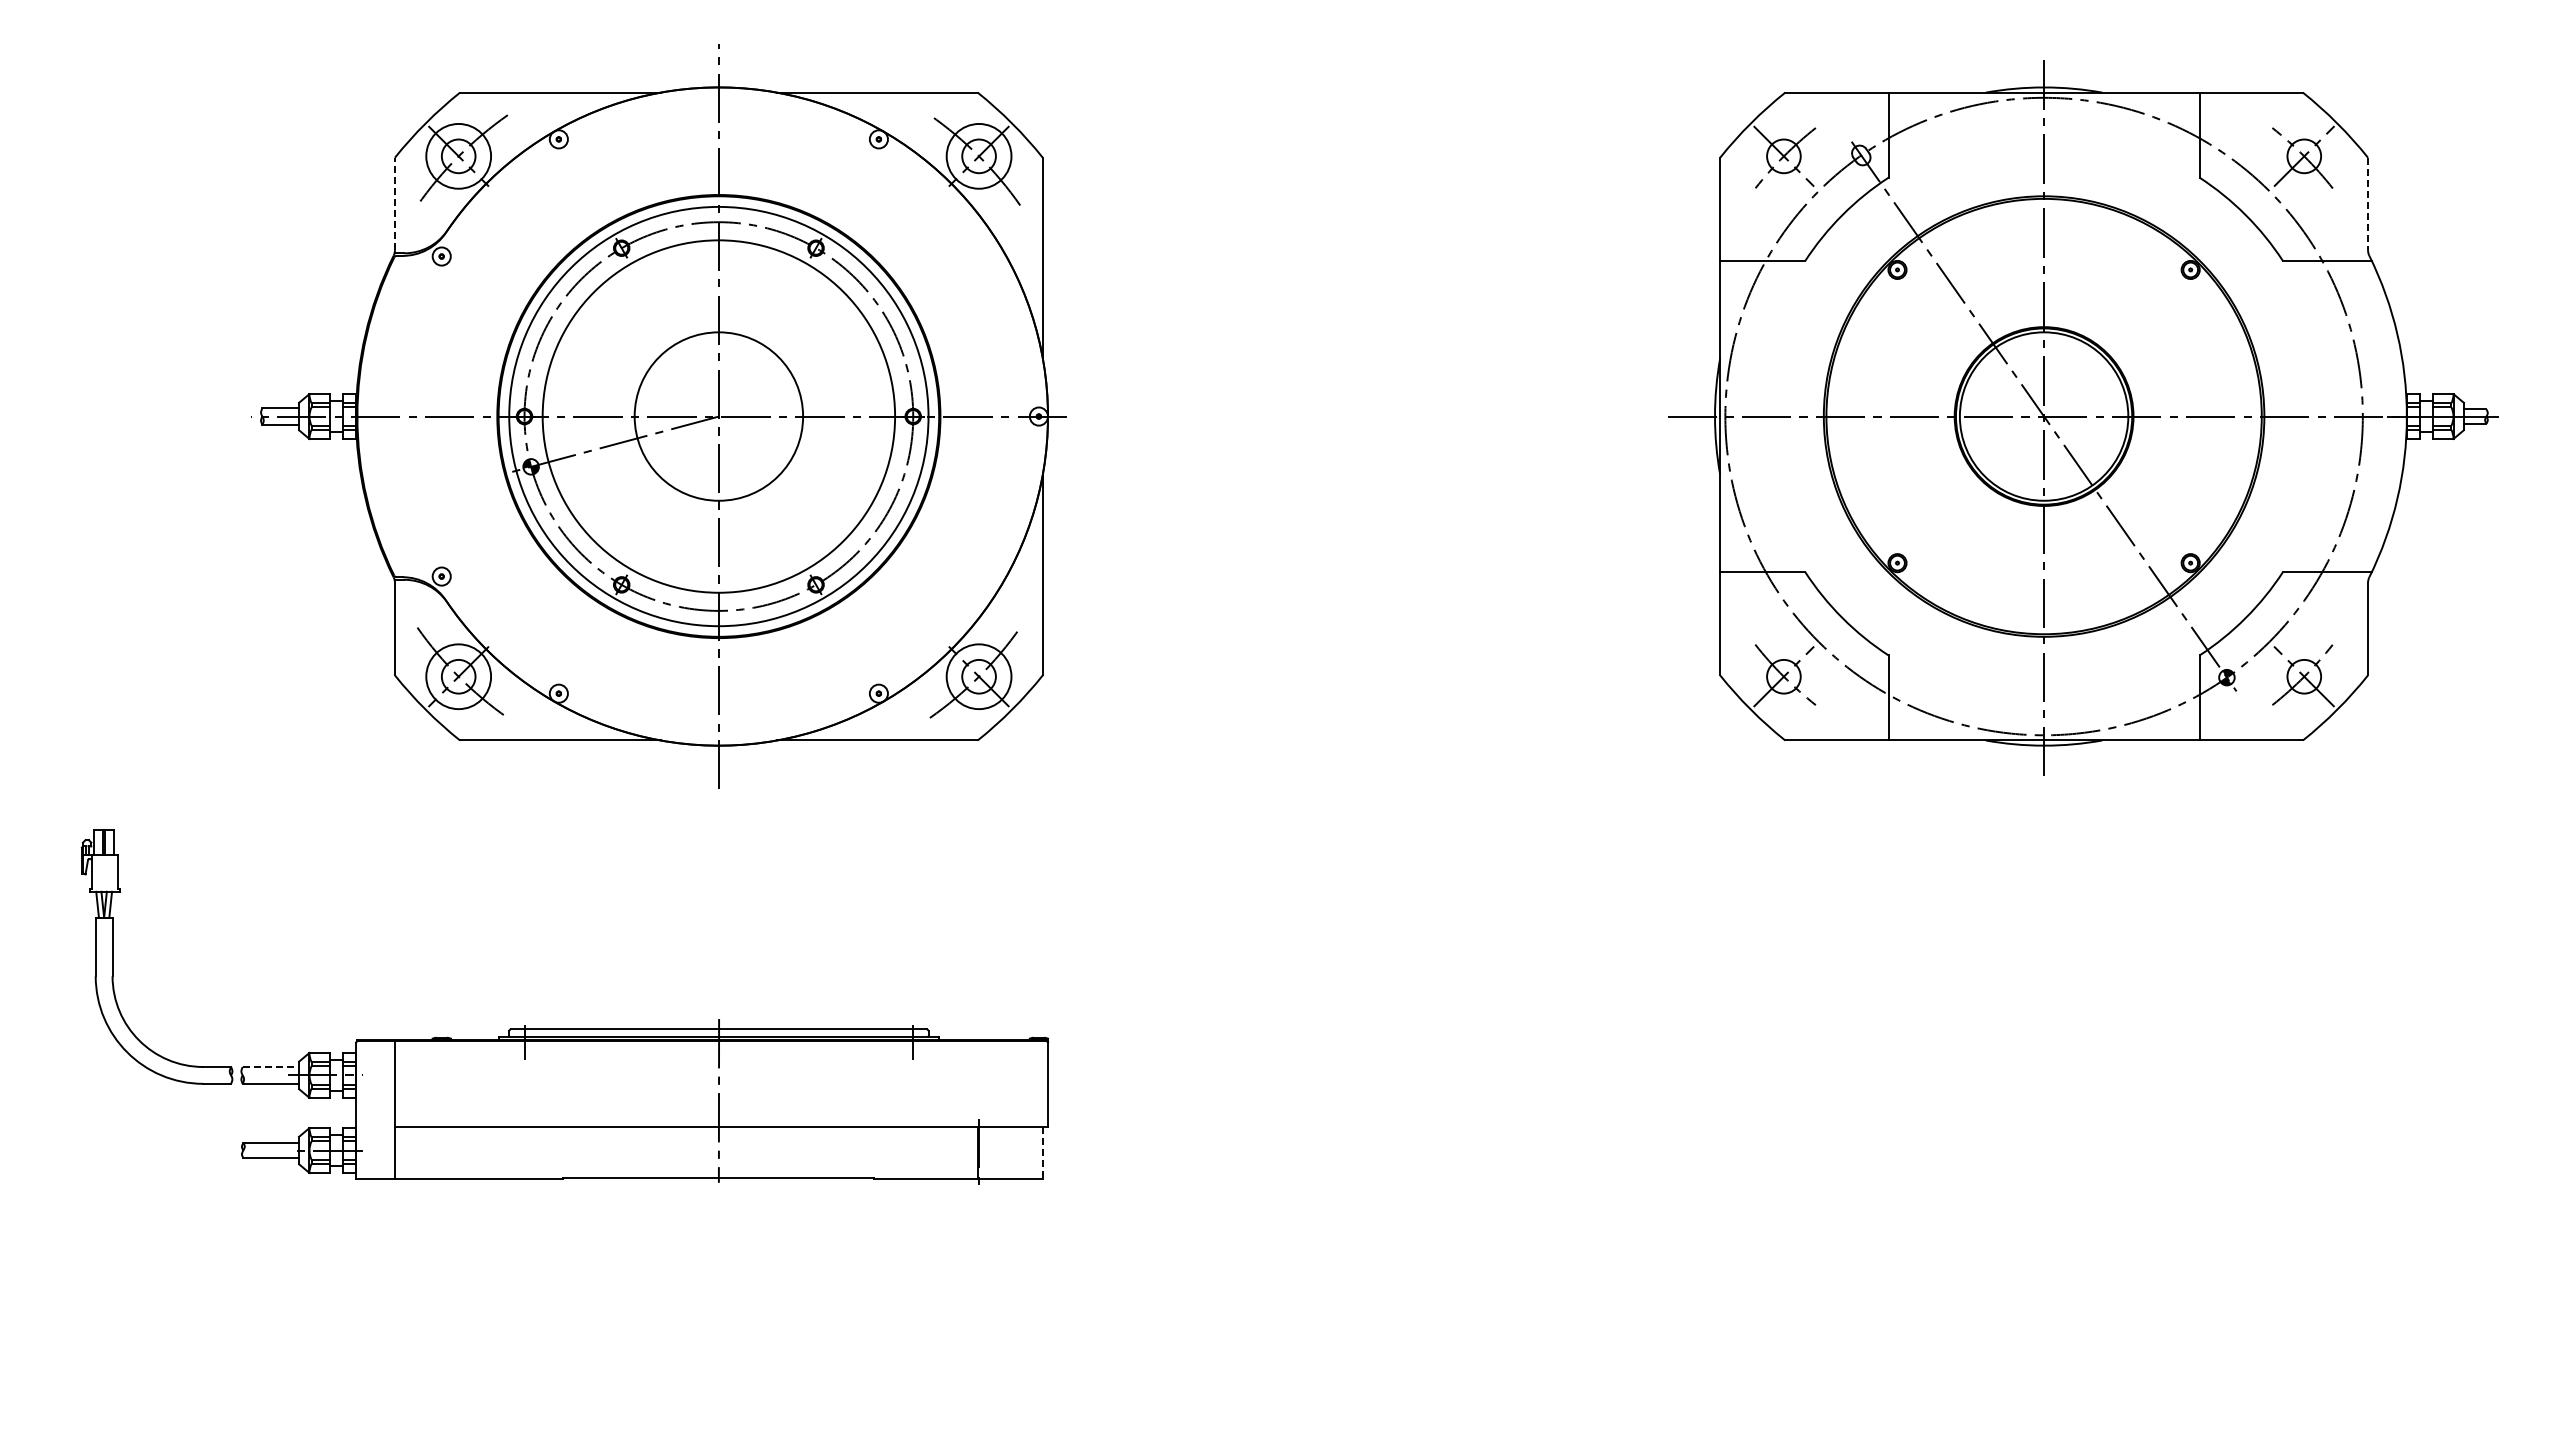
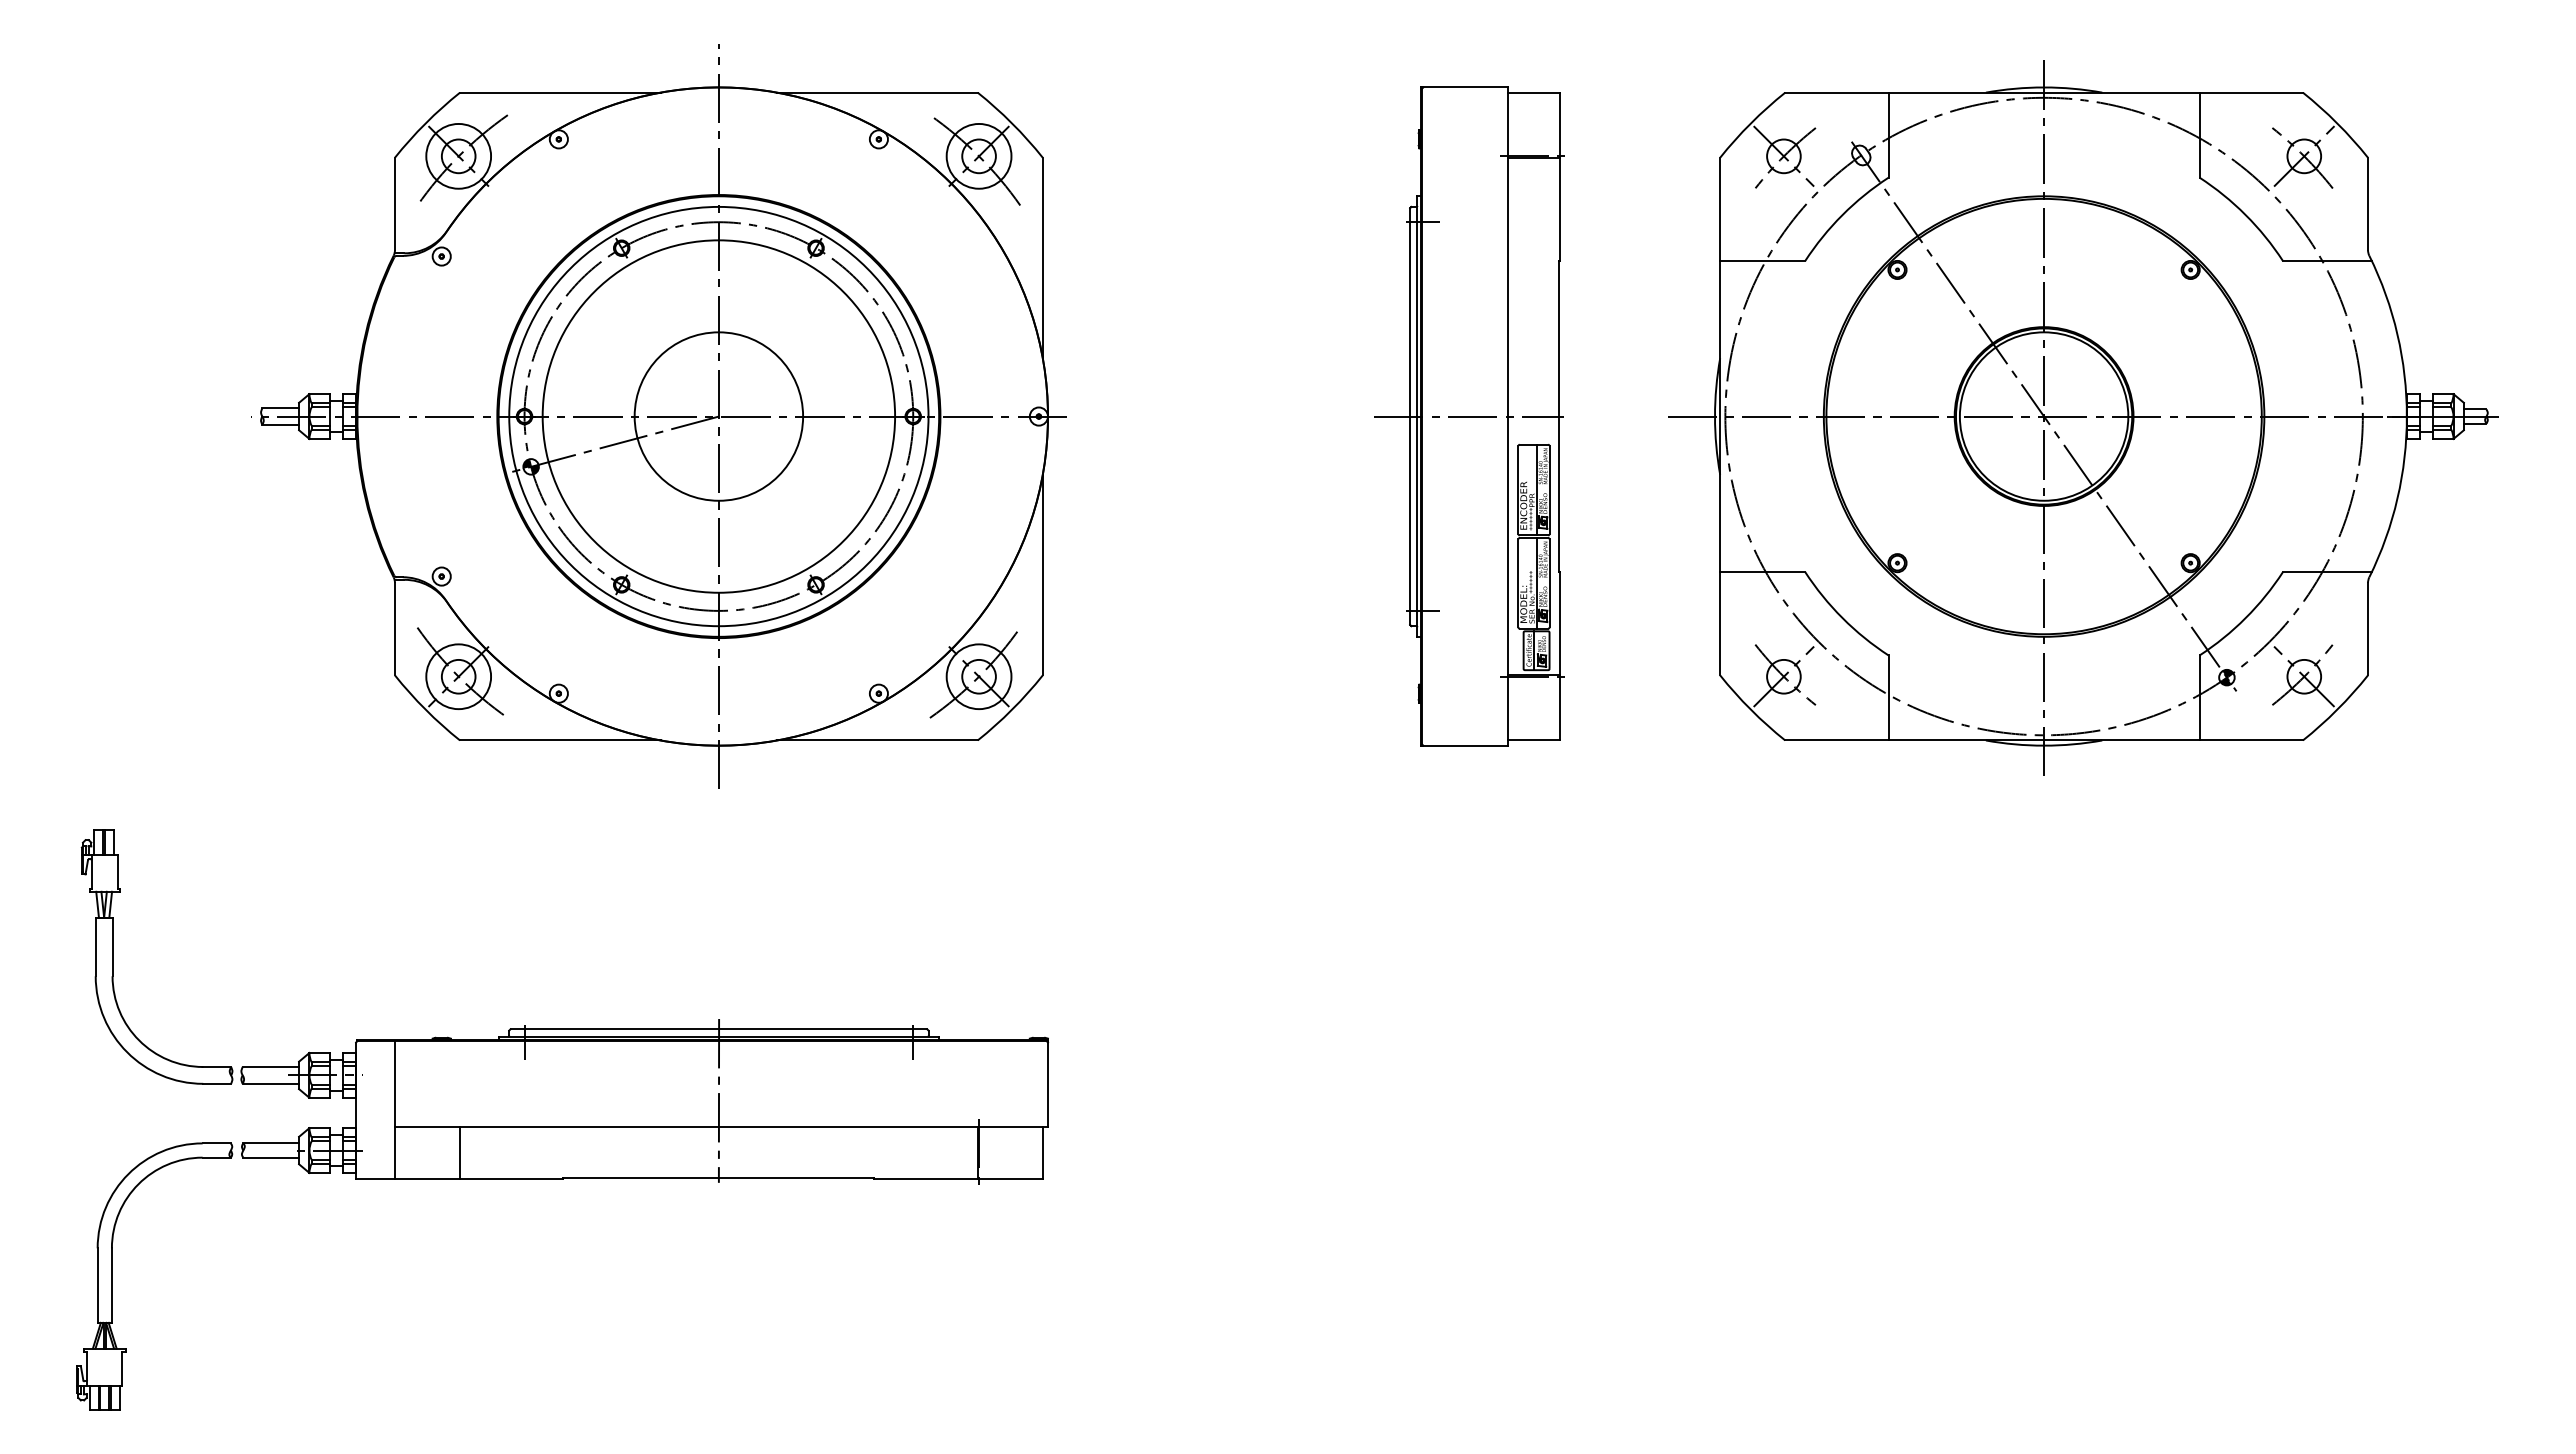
line at (394, 203): dashed -> solid
line at (2368, 204): dashed -> solid
part at (1469, 416): none -> present
line at (271, 1066): dashed -> solid
line at (460, 1153): none -> present
line at (1042, 1153): dashed -> solid
part at (112, 1276): none -> present
